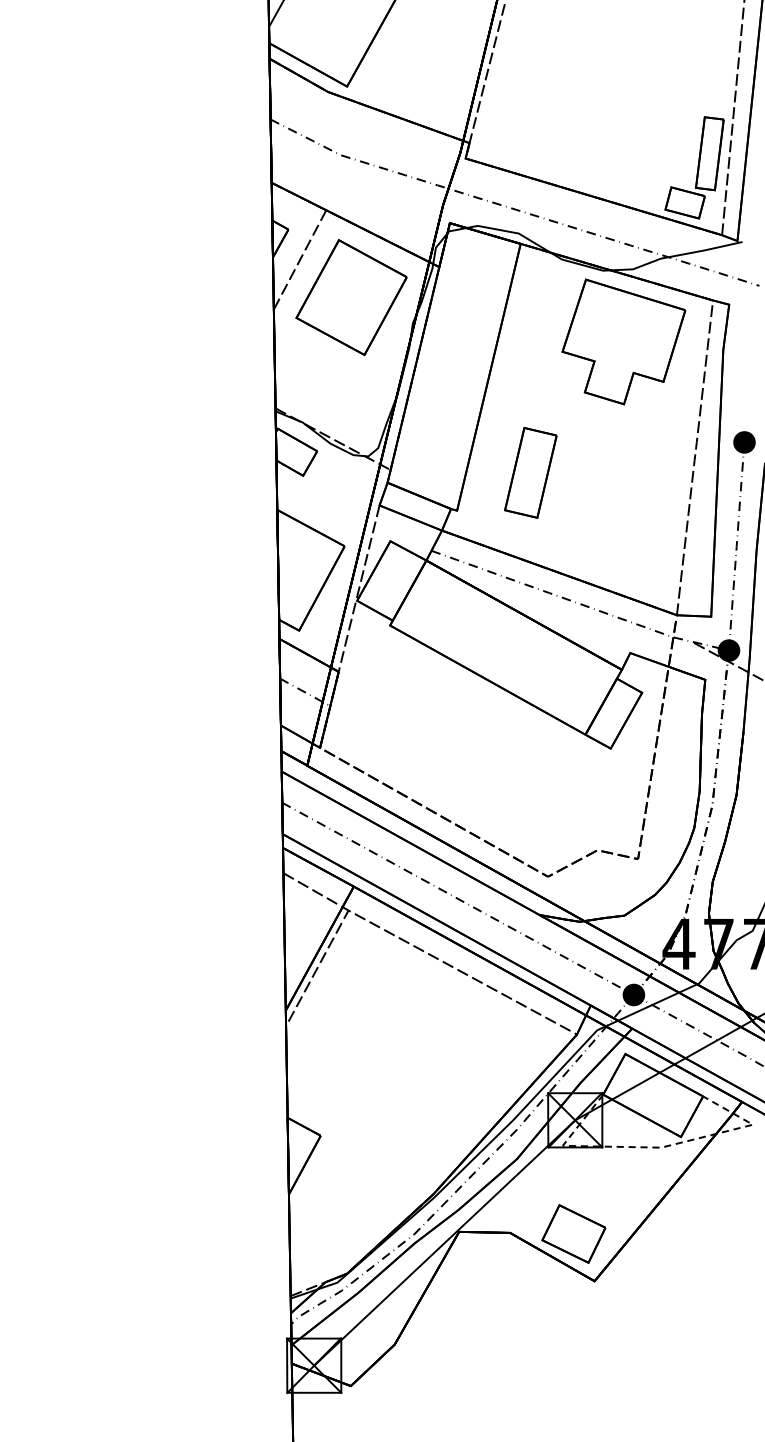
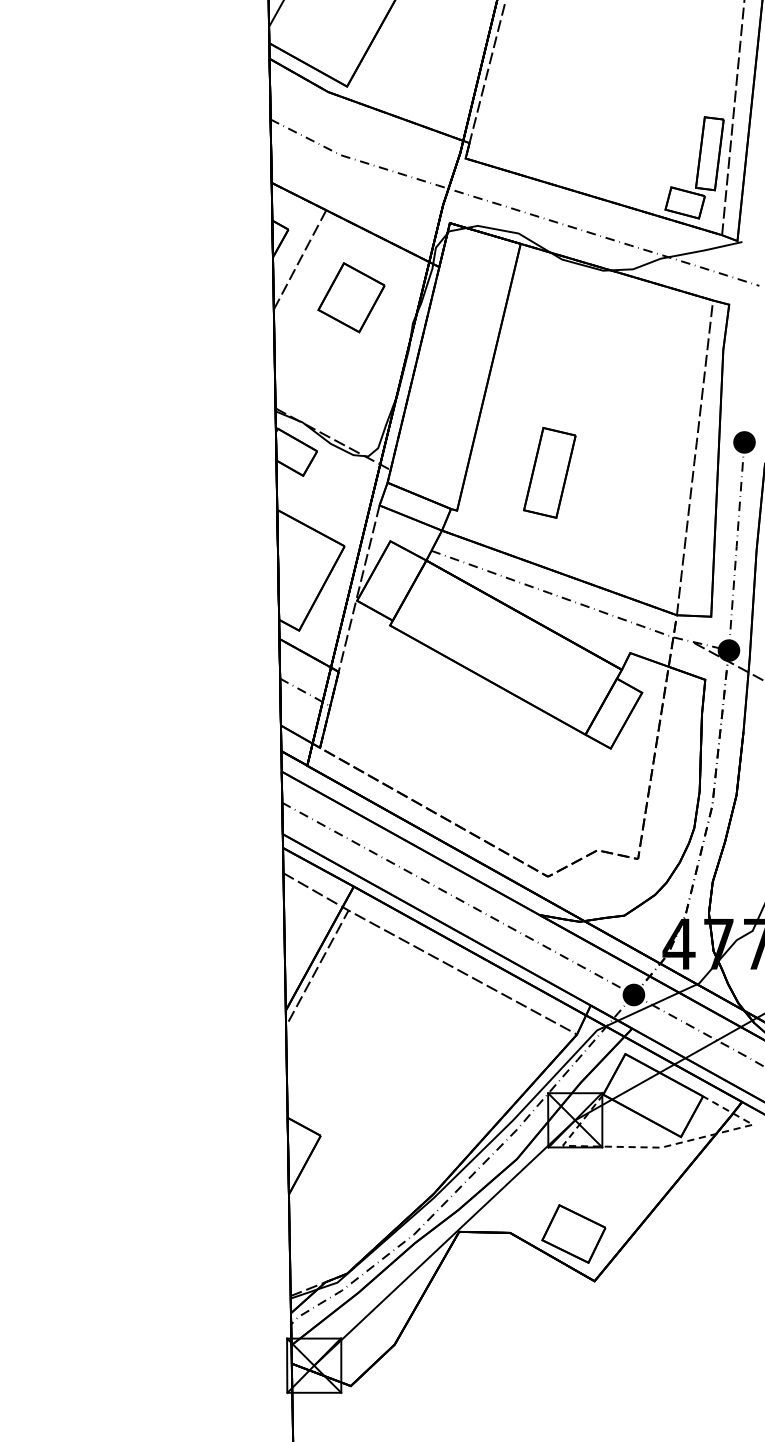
part at (351, 297) size: 113x118 px -> 69x72 px
part at (623, 341): present -> none
part at (530, 472) position: (530, 472) -> (549, 472)
